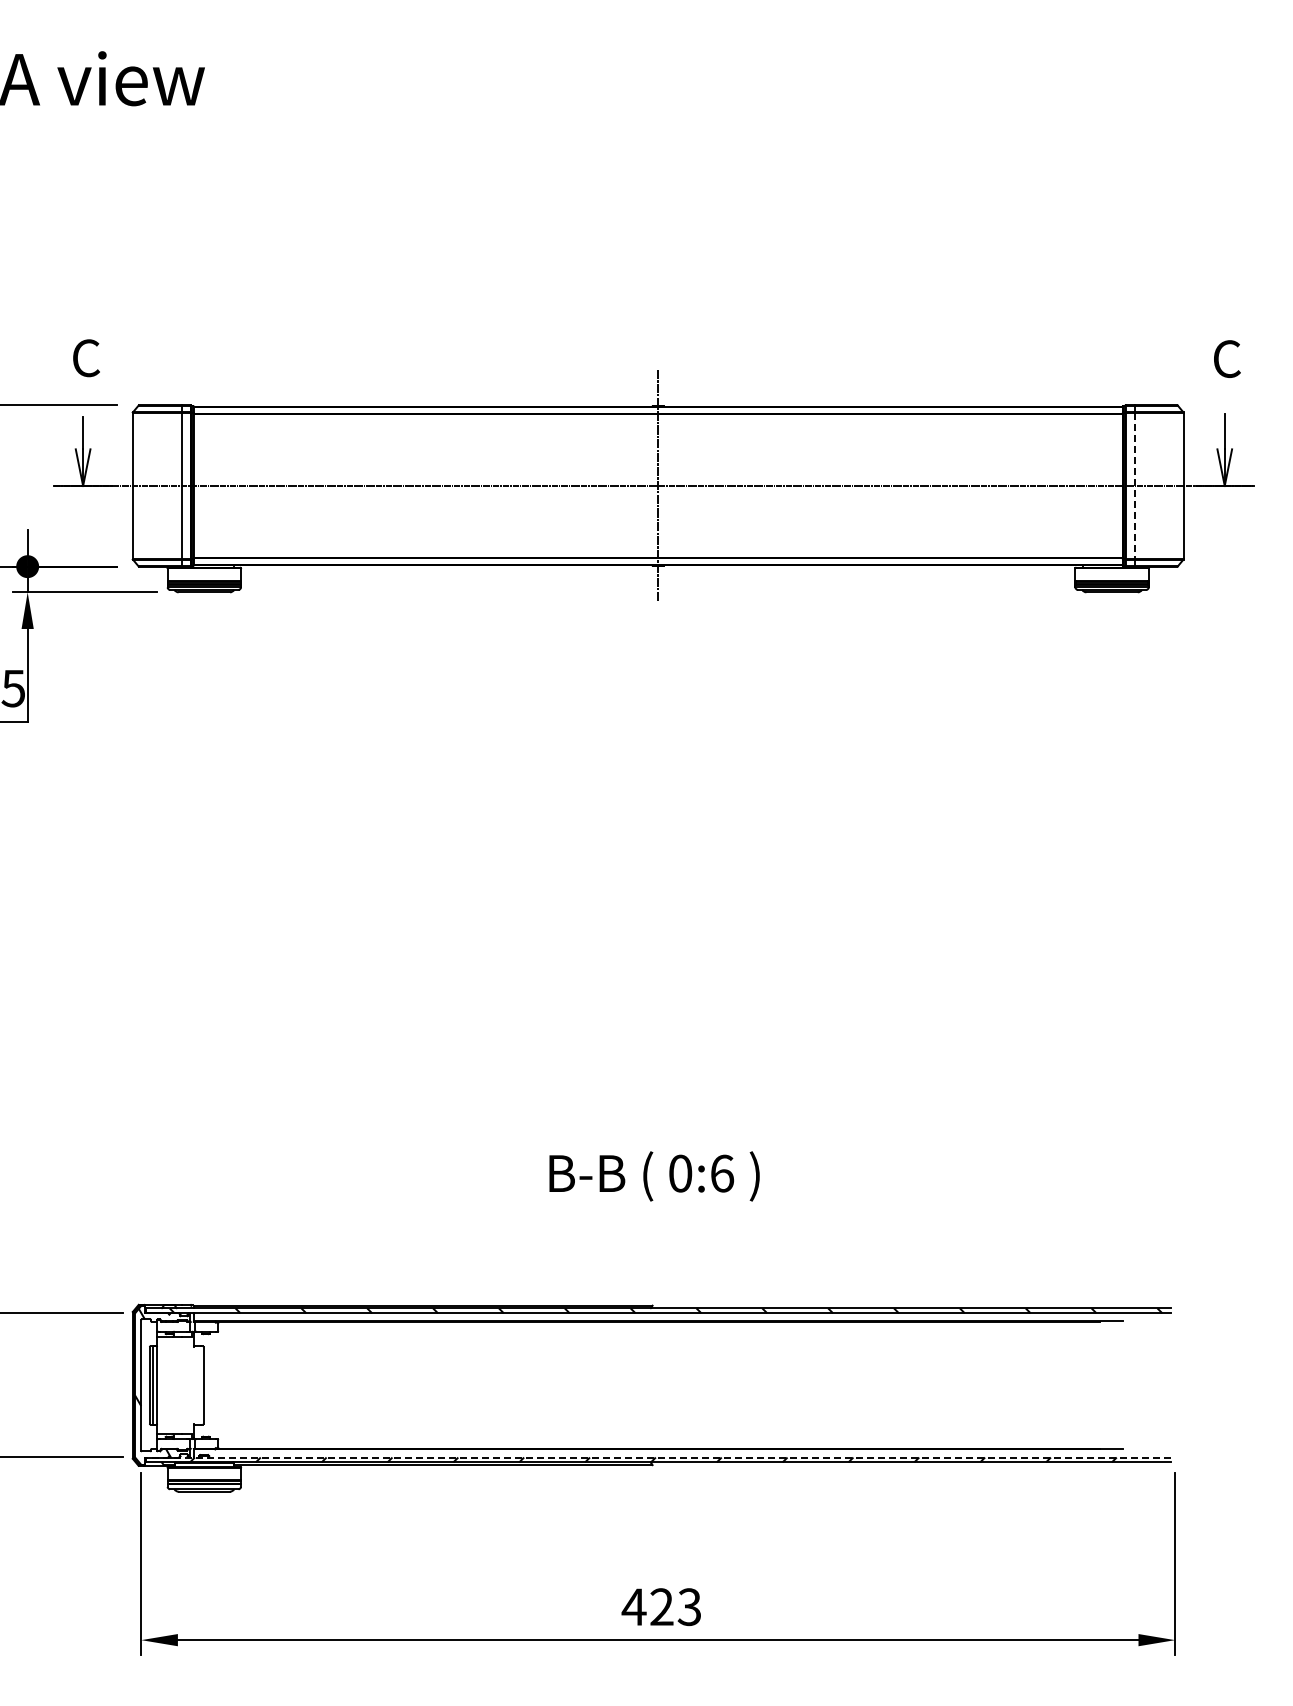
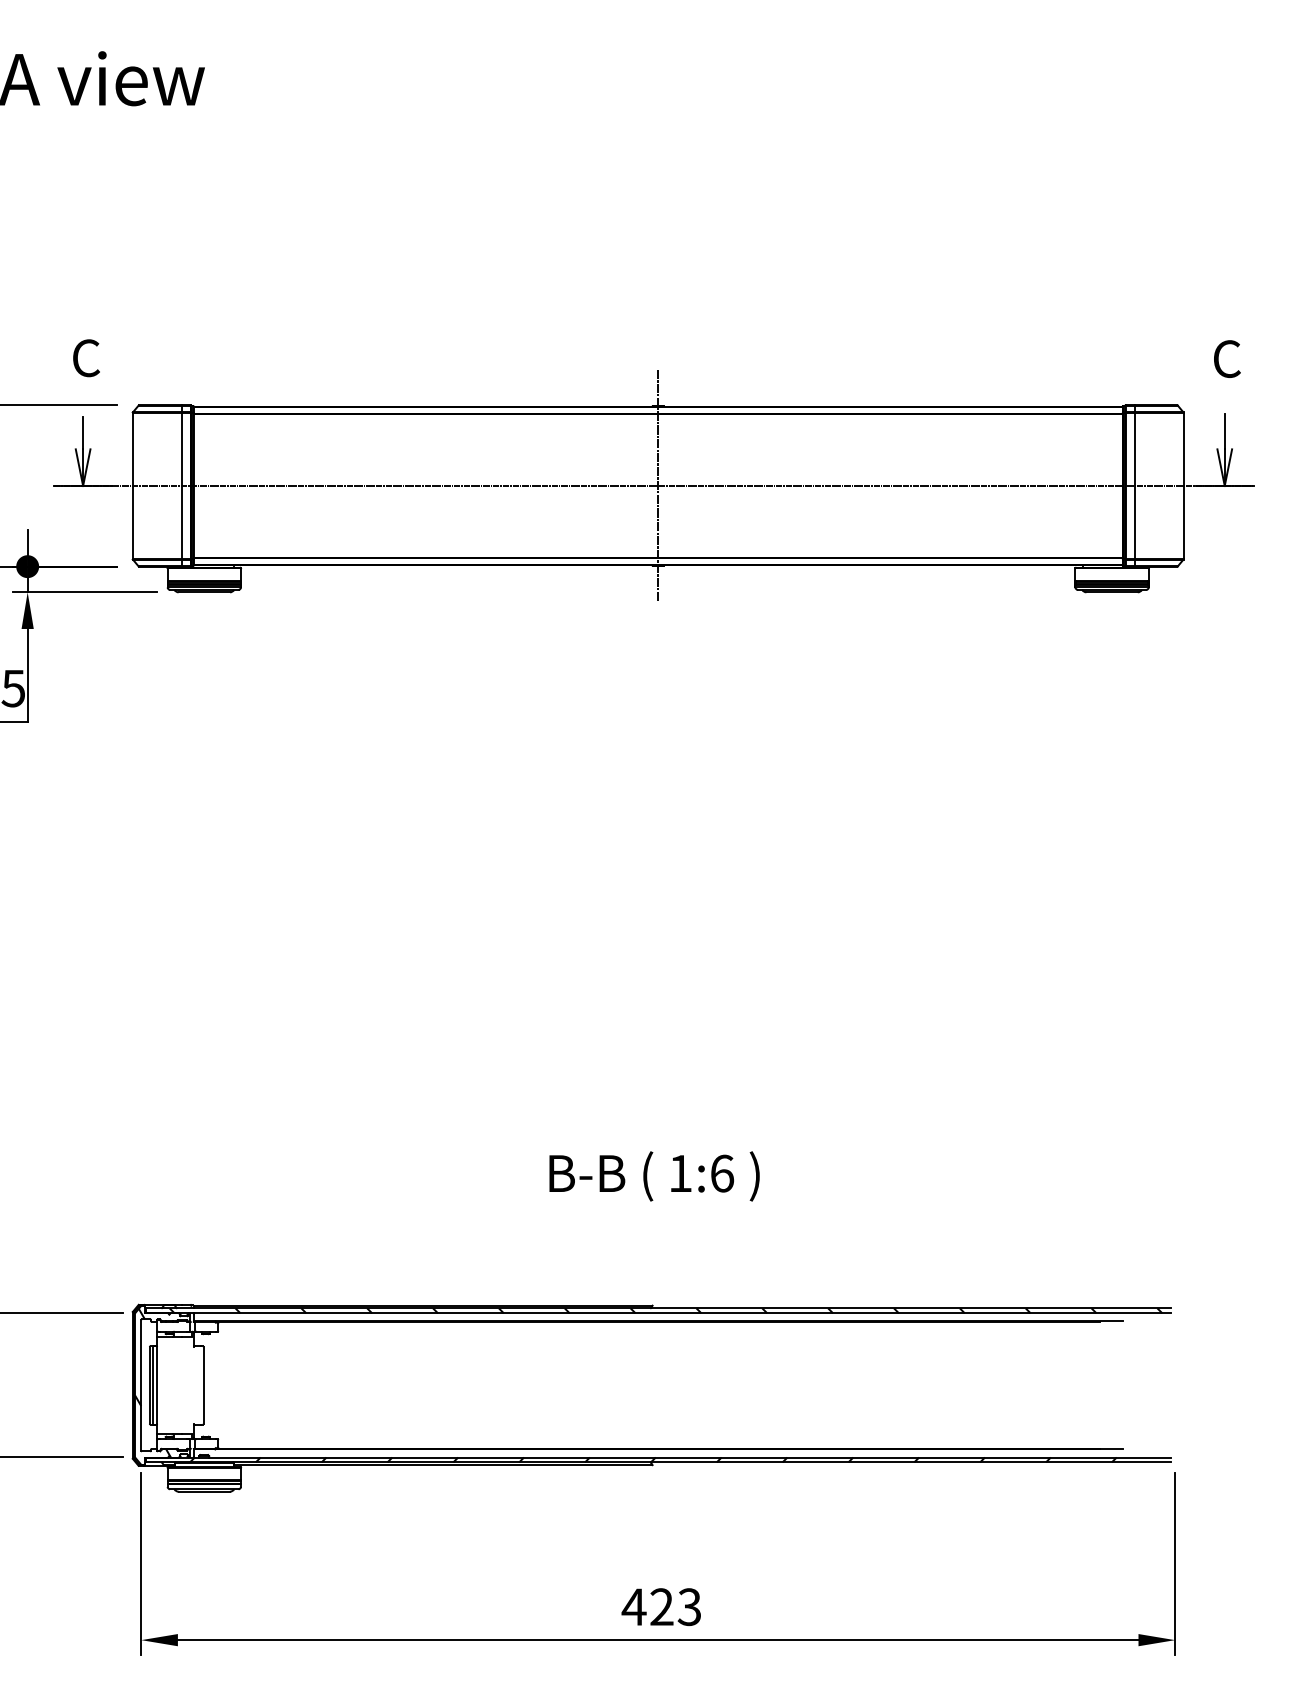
line at (1134, 486): dashed -> solid
text at (680, 1173): 0:6 -> 1:6
line at (658, 1457): dashed -> solid
